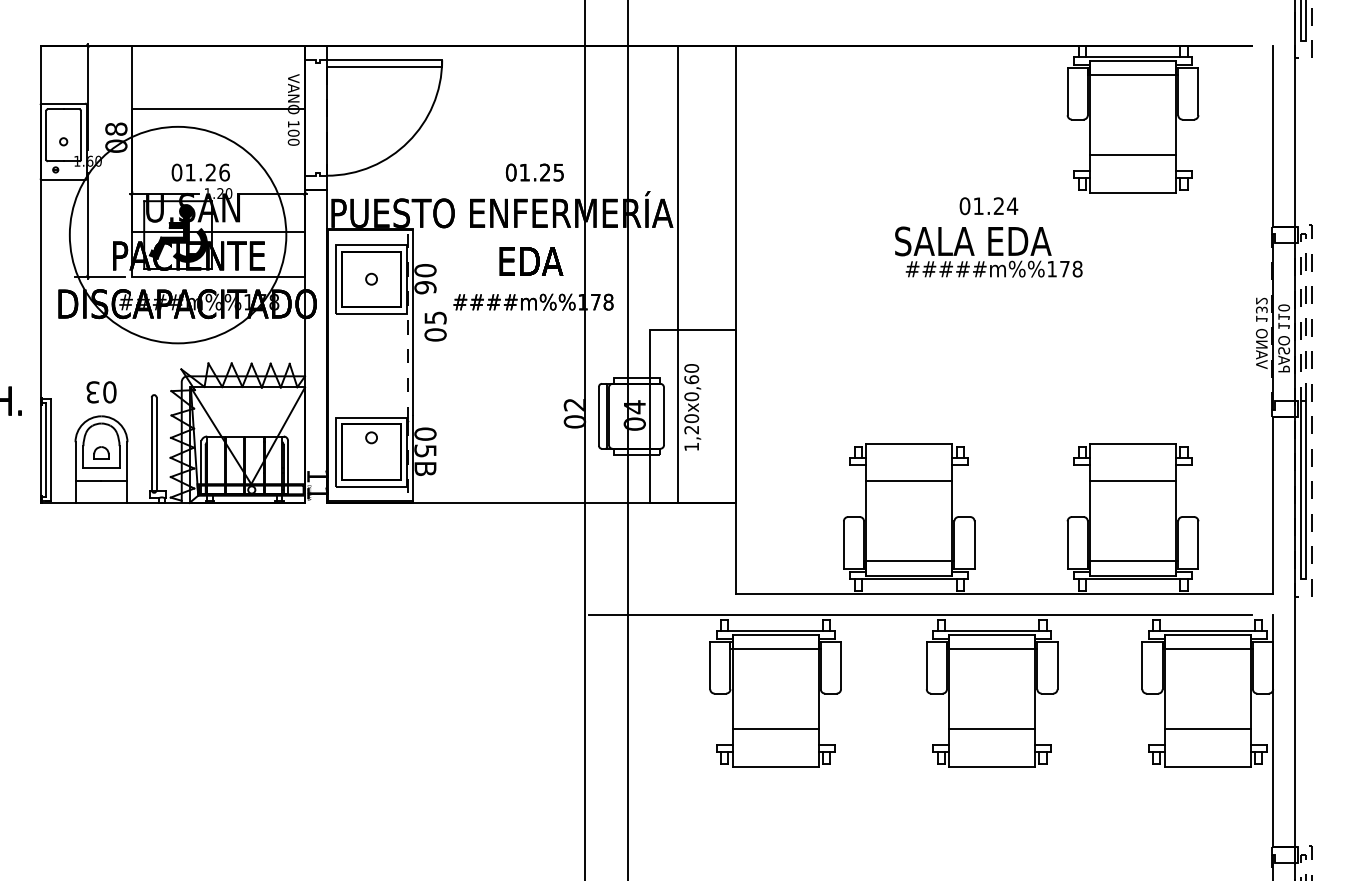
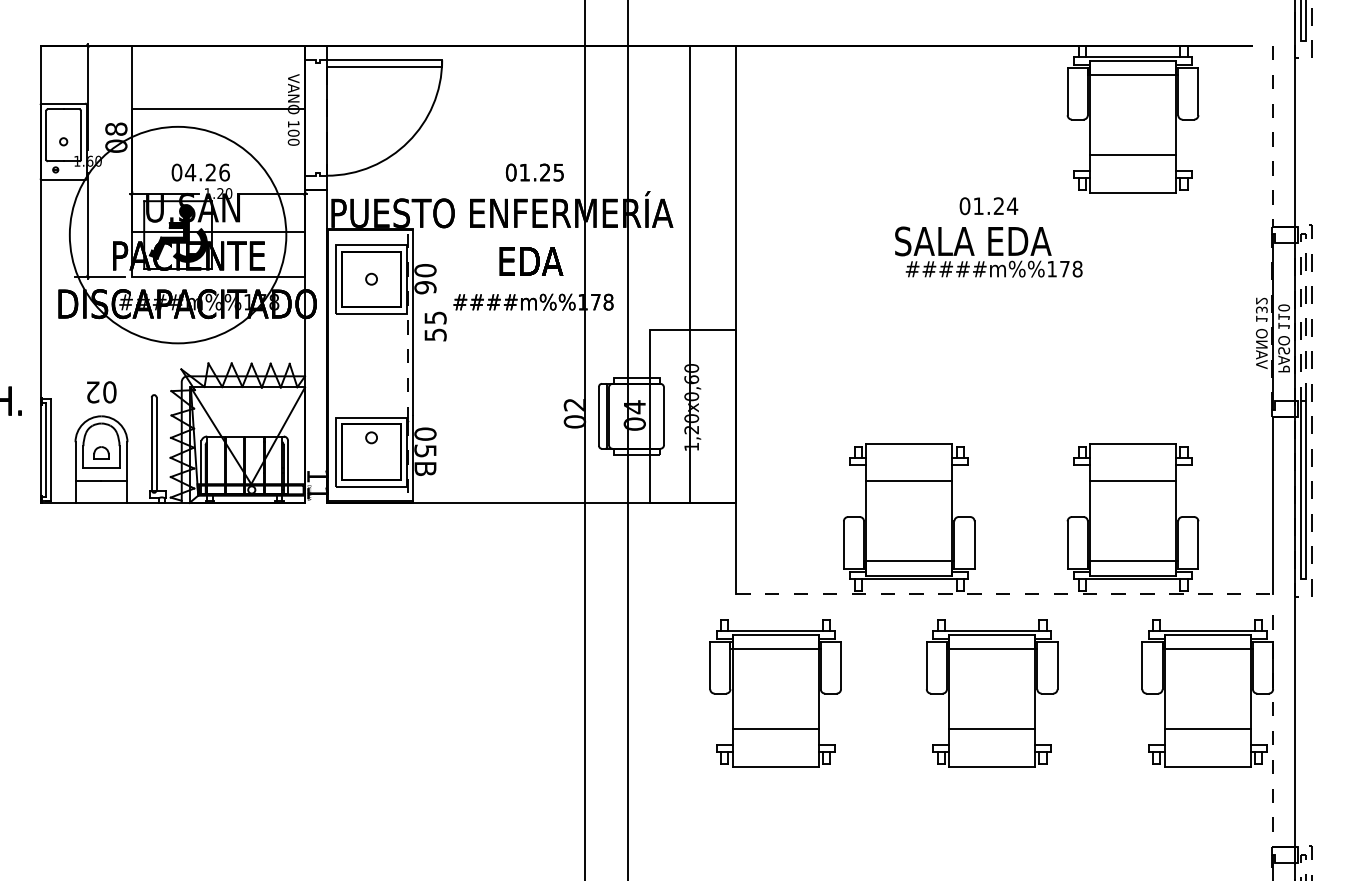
line at (1273, 136): solid -> dashed
text at (190, 172): 01.26 -> 04.26
line at (678, 273) position: (678, 273) -> (690, 273)
text at (435, 334): 05 -> 55
text at (92, 392): 03 -> 02
line at (1005, 593): solid -> dashed
line at (919, 615): present -> none
line at (1273, 731): solid -> dashed
